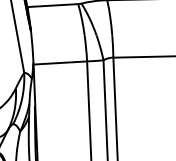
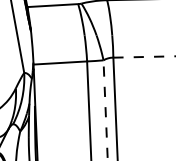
line at (144, 57): solid -> dashed
line at (105, 110): solid -> dashed
